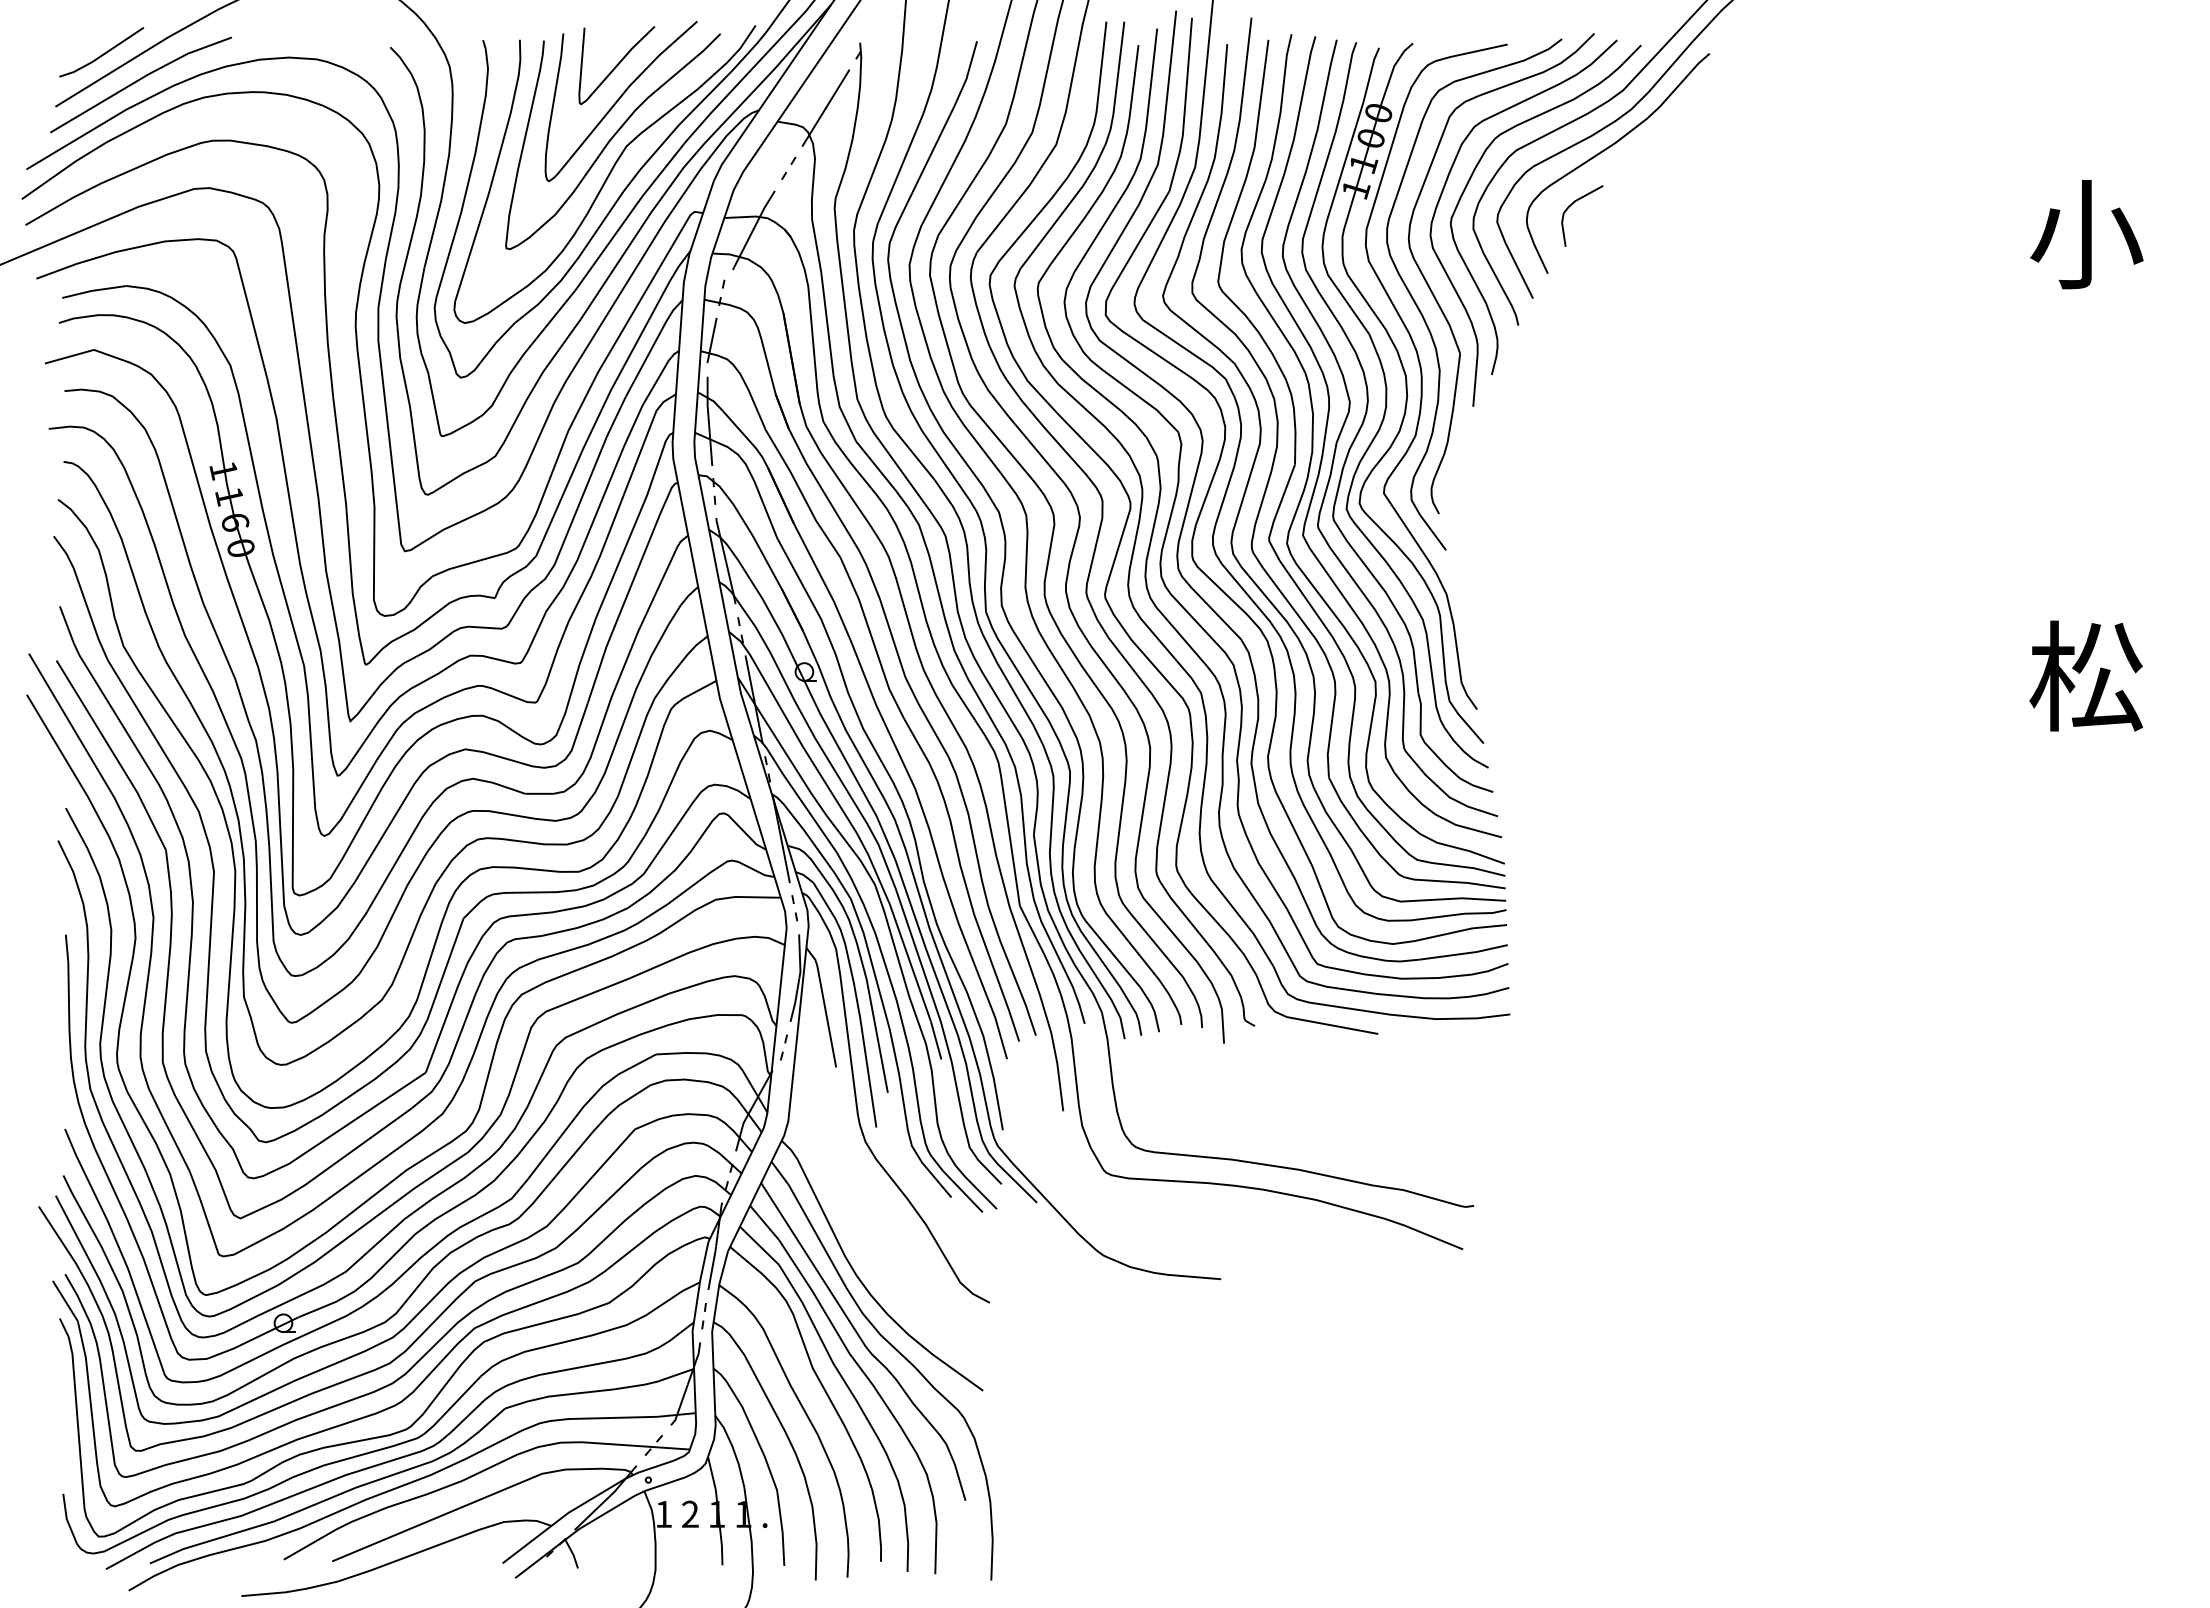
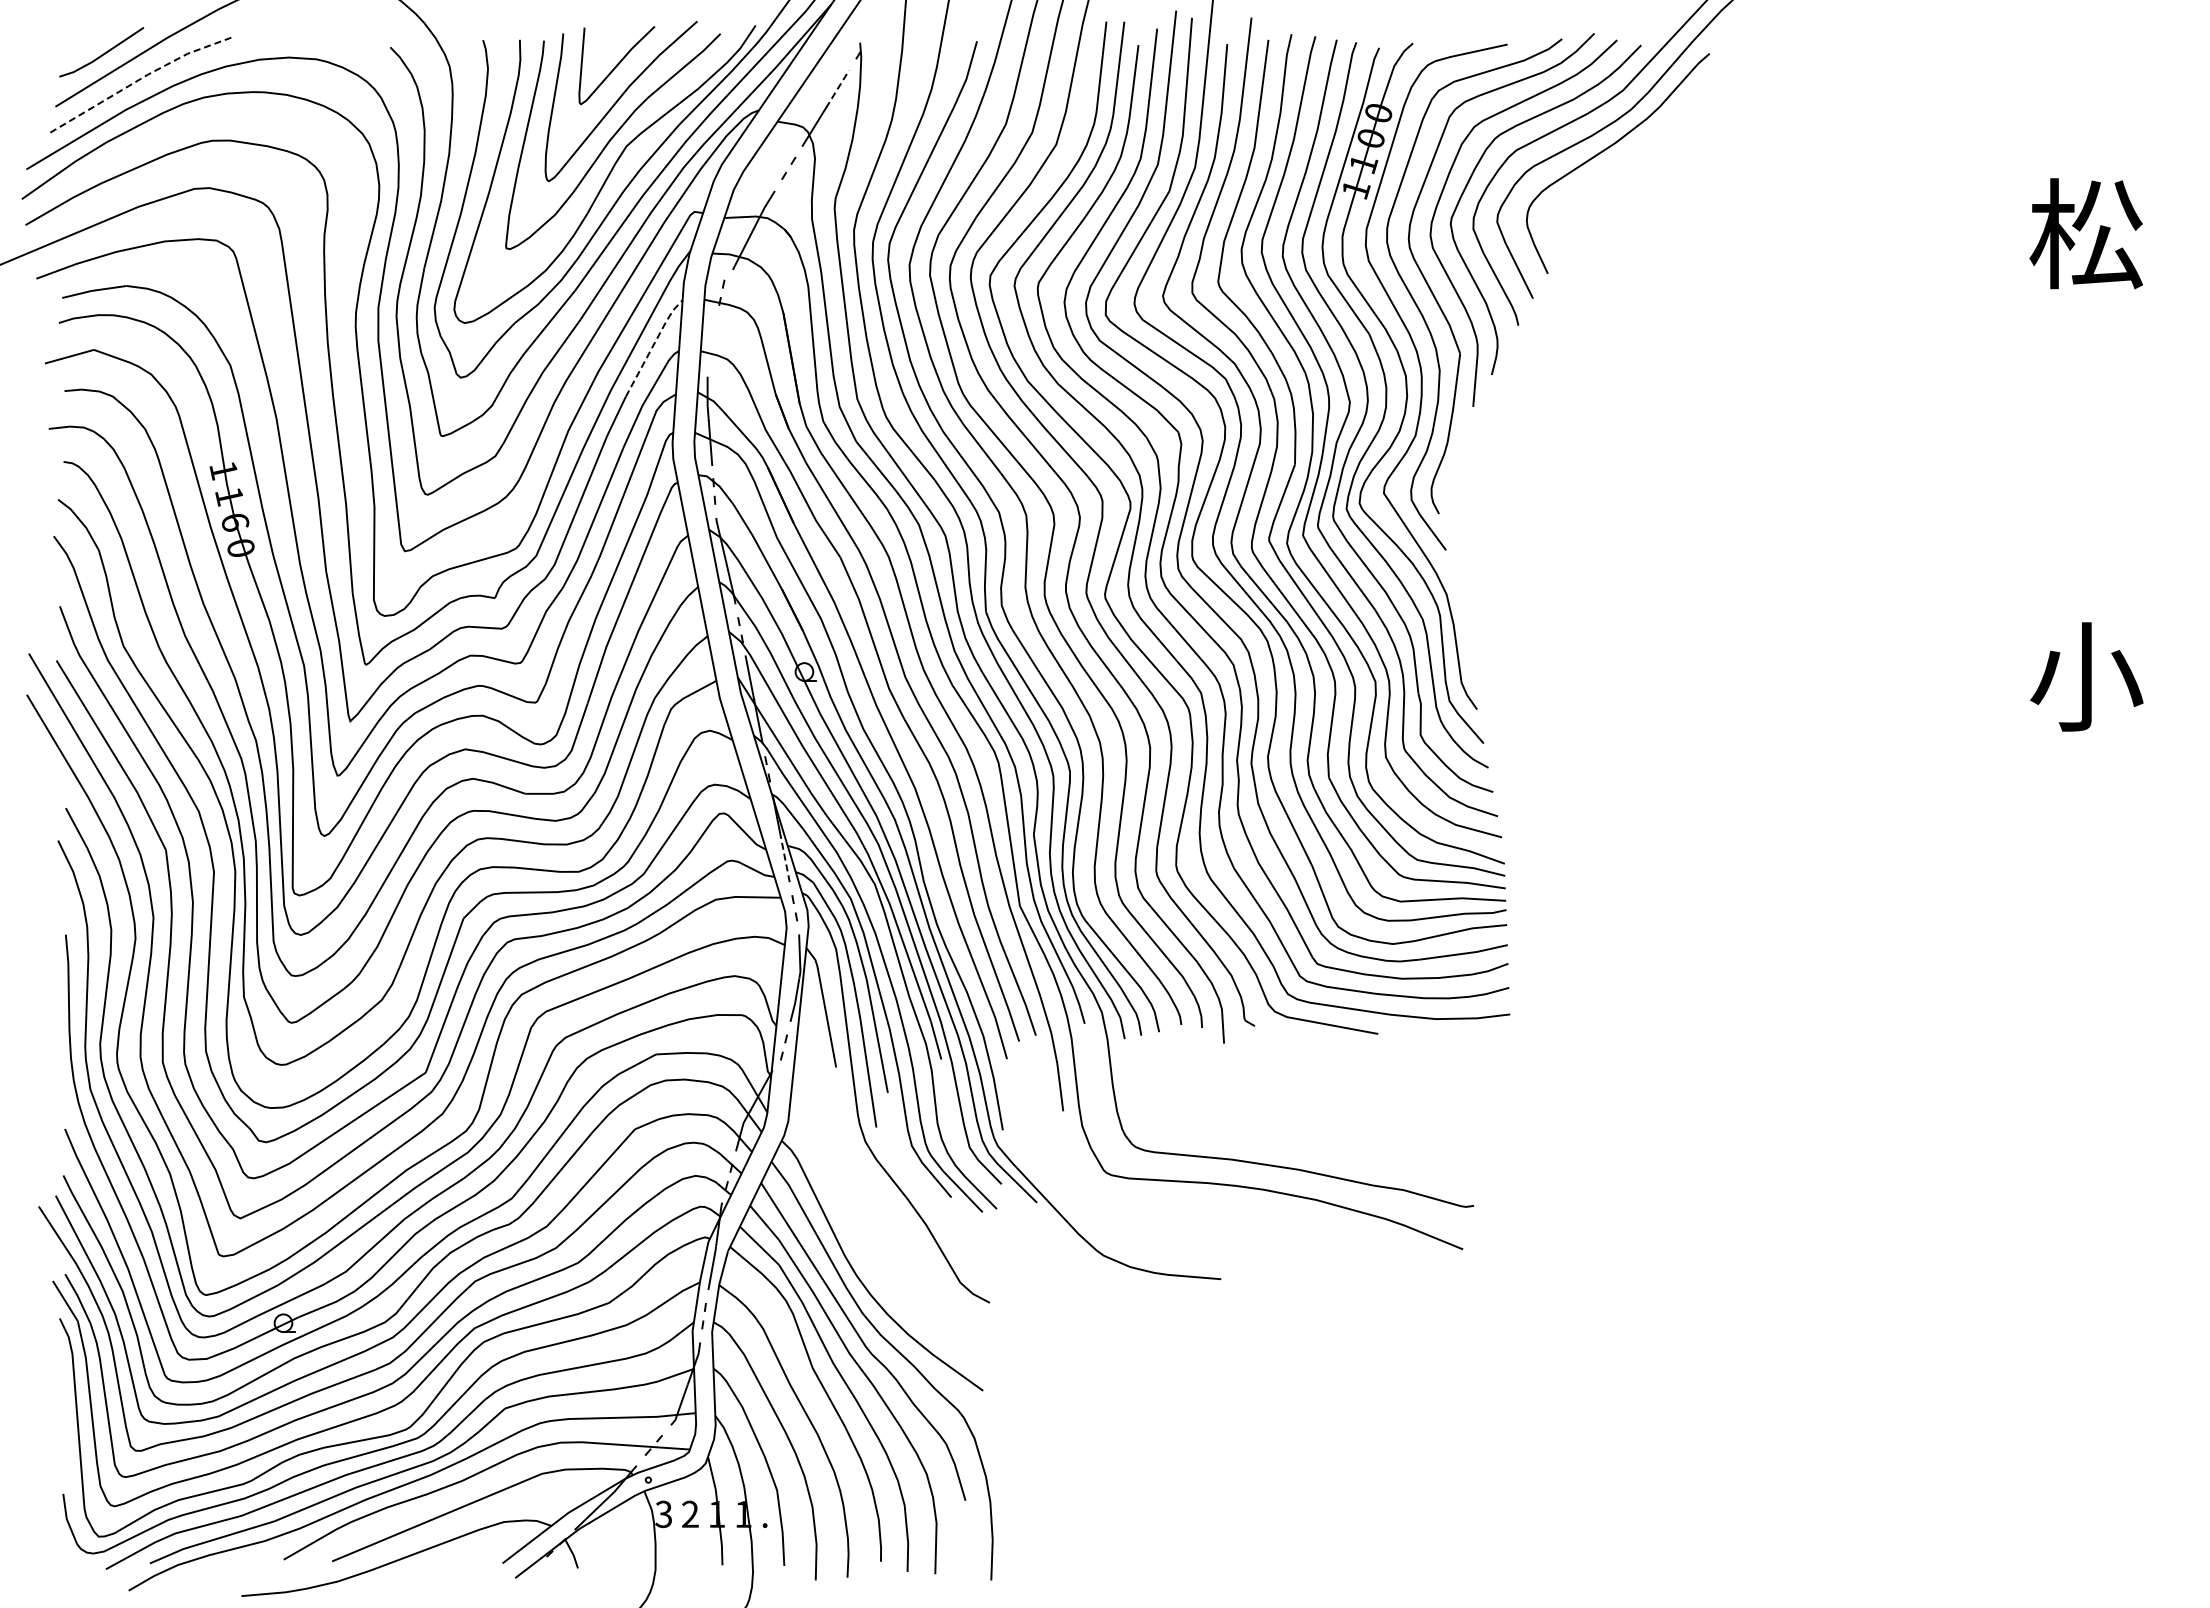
line at (139, 79): solid -> dashed
line at (837, 88): solid -> dashed
curve at (1573, 204): present -> none
text at (2086, 233): 小 -> 松
line at (711, 340): present -> none
line at (653, 346): solid -> dashed
text at (2086, 675): 松 -> 小
line at (785, 859): solid -> dashed
text at (663, 1514): 1 -> 3
